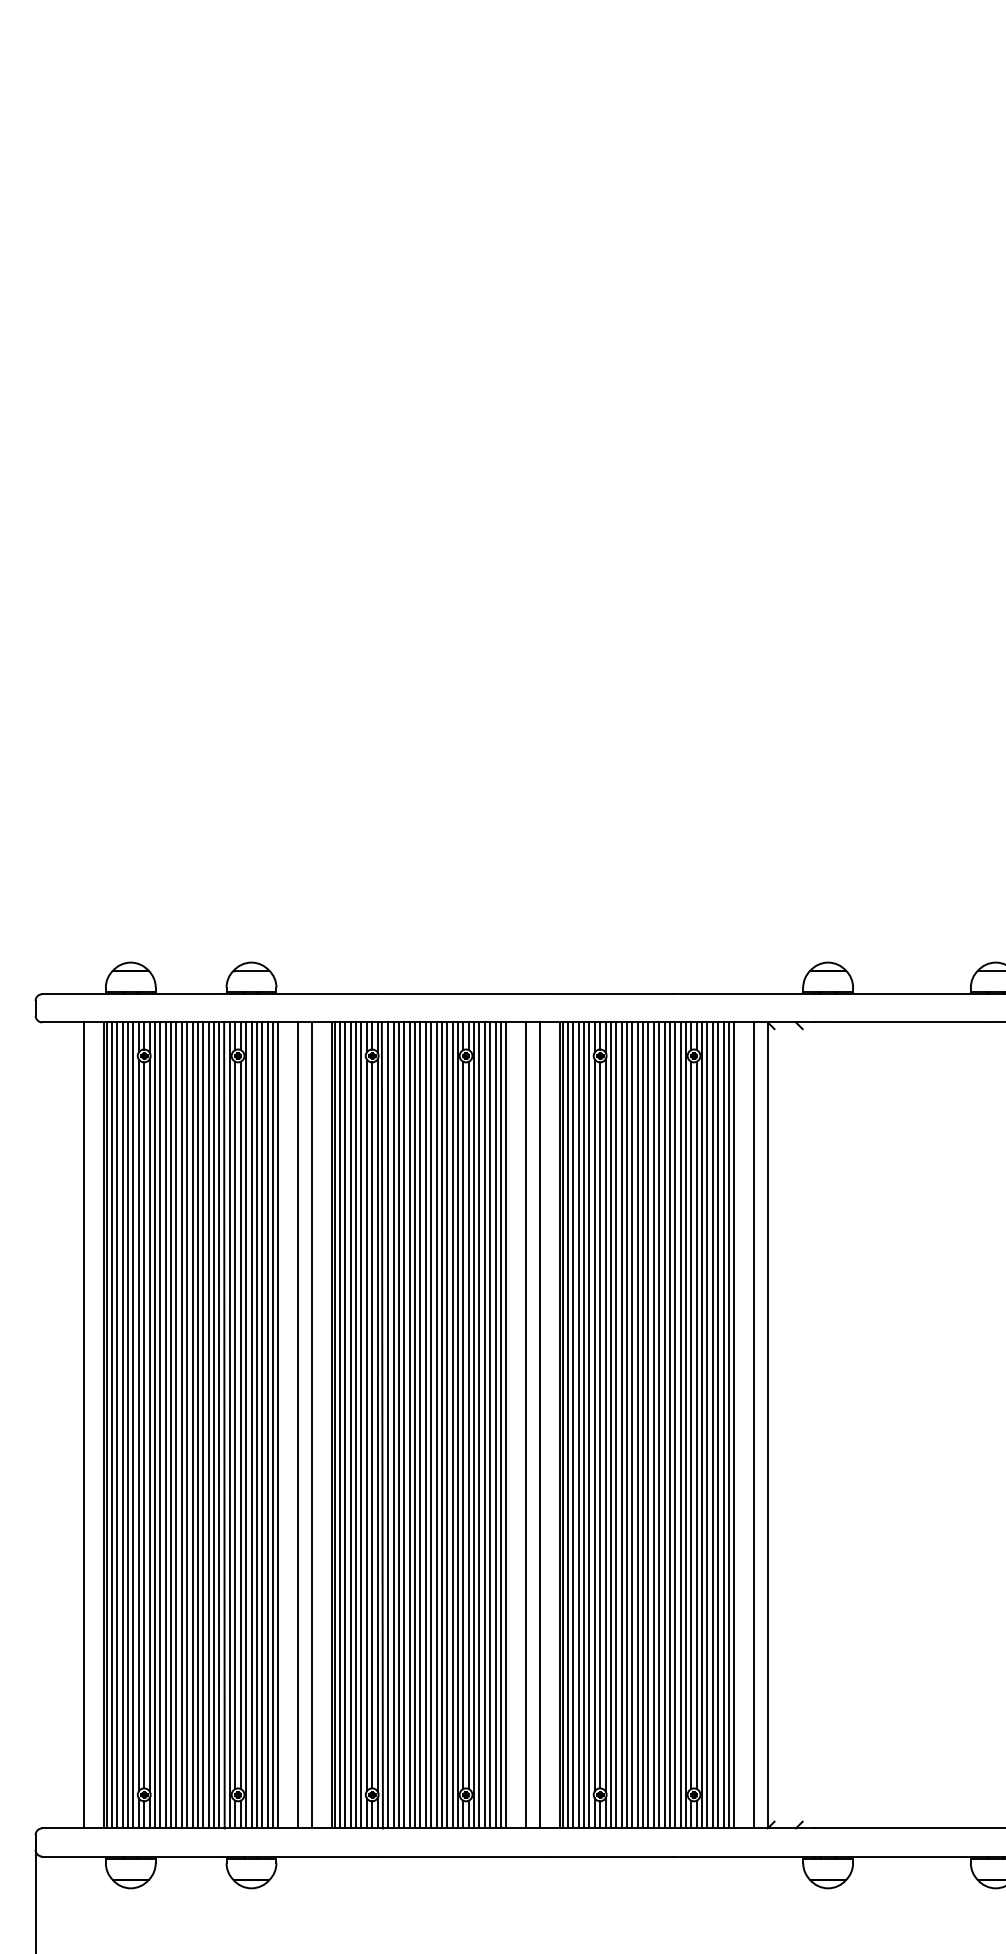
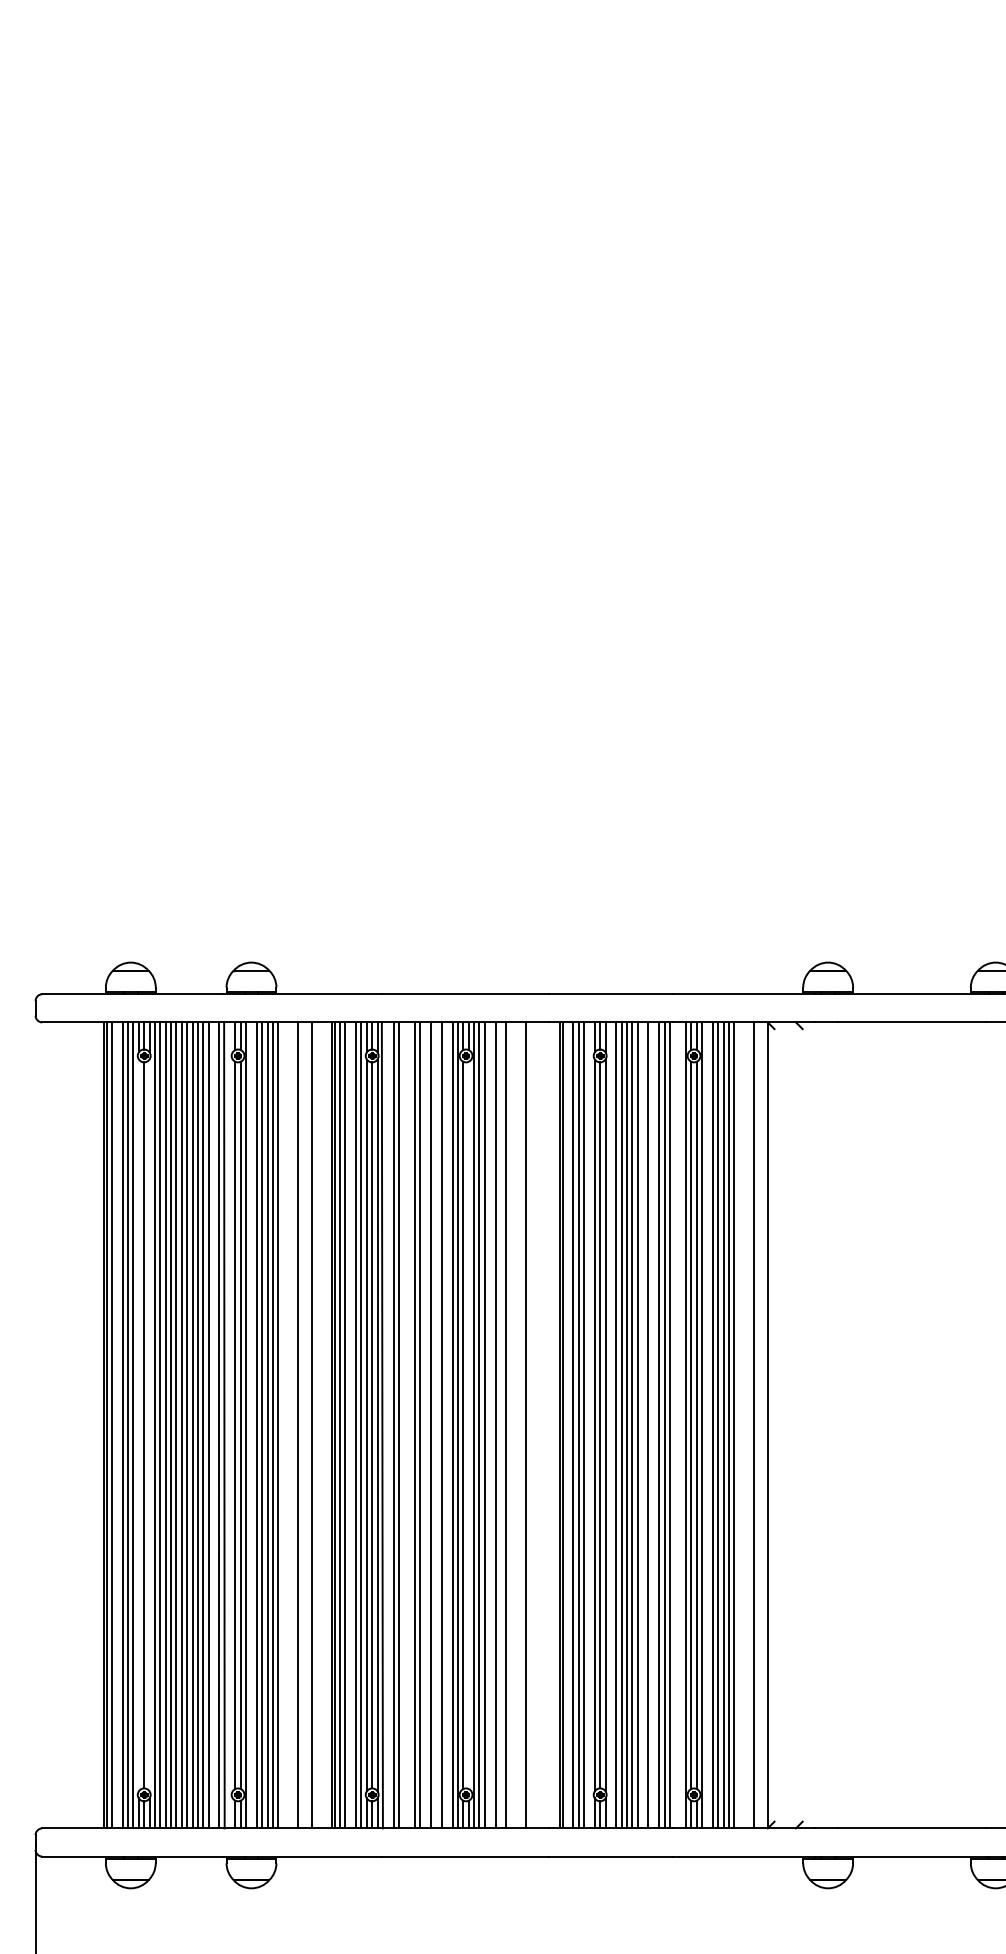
line at (83, 1425): present -> none
line at (117, 1425): present -> none
line at (138, 1425): present -> none
line at (149, 1425): present -> none
line at (213, 1425): present -> none
line at (230, 1425): present -> none
line at (251, 1425): present -> none
line at (350, 1425): present -> none
line at (388, 1425): present -> none
line at (404, 1425): present -> none
line at (409, 1425): present -> none
line at (425, 1425): present -> none
line at (436, 1425): present -> none
line at (447, 1425): present -> none
line at (468, 1425): present -> none
line at (490, 1425): present -> none
line at (500, 1425): present -> none
line at (539, 1425): present -> none
line at (568, 1425): present -> none
line at (589, 1425): present -> none
line at (610, 1425): present -> none
line at (643, 1425): present -> none
line at (653, 1425): present -> none
line at (675, 1425): present -> none
line at (680, 1425): present -> none
line at (707, 1425): present -> none
